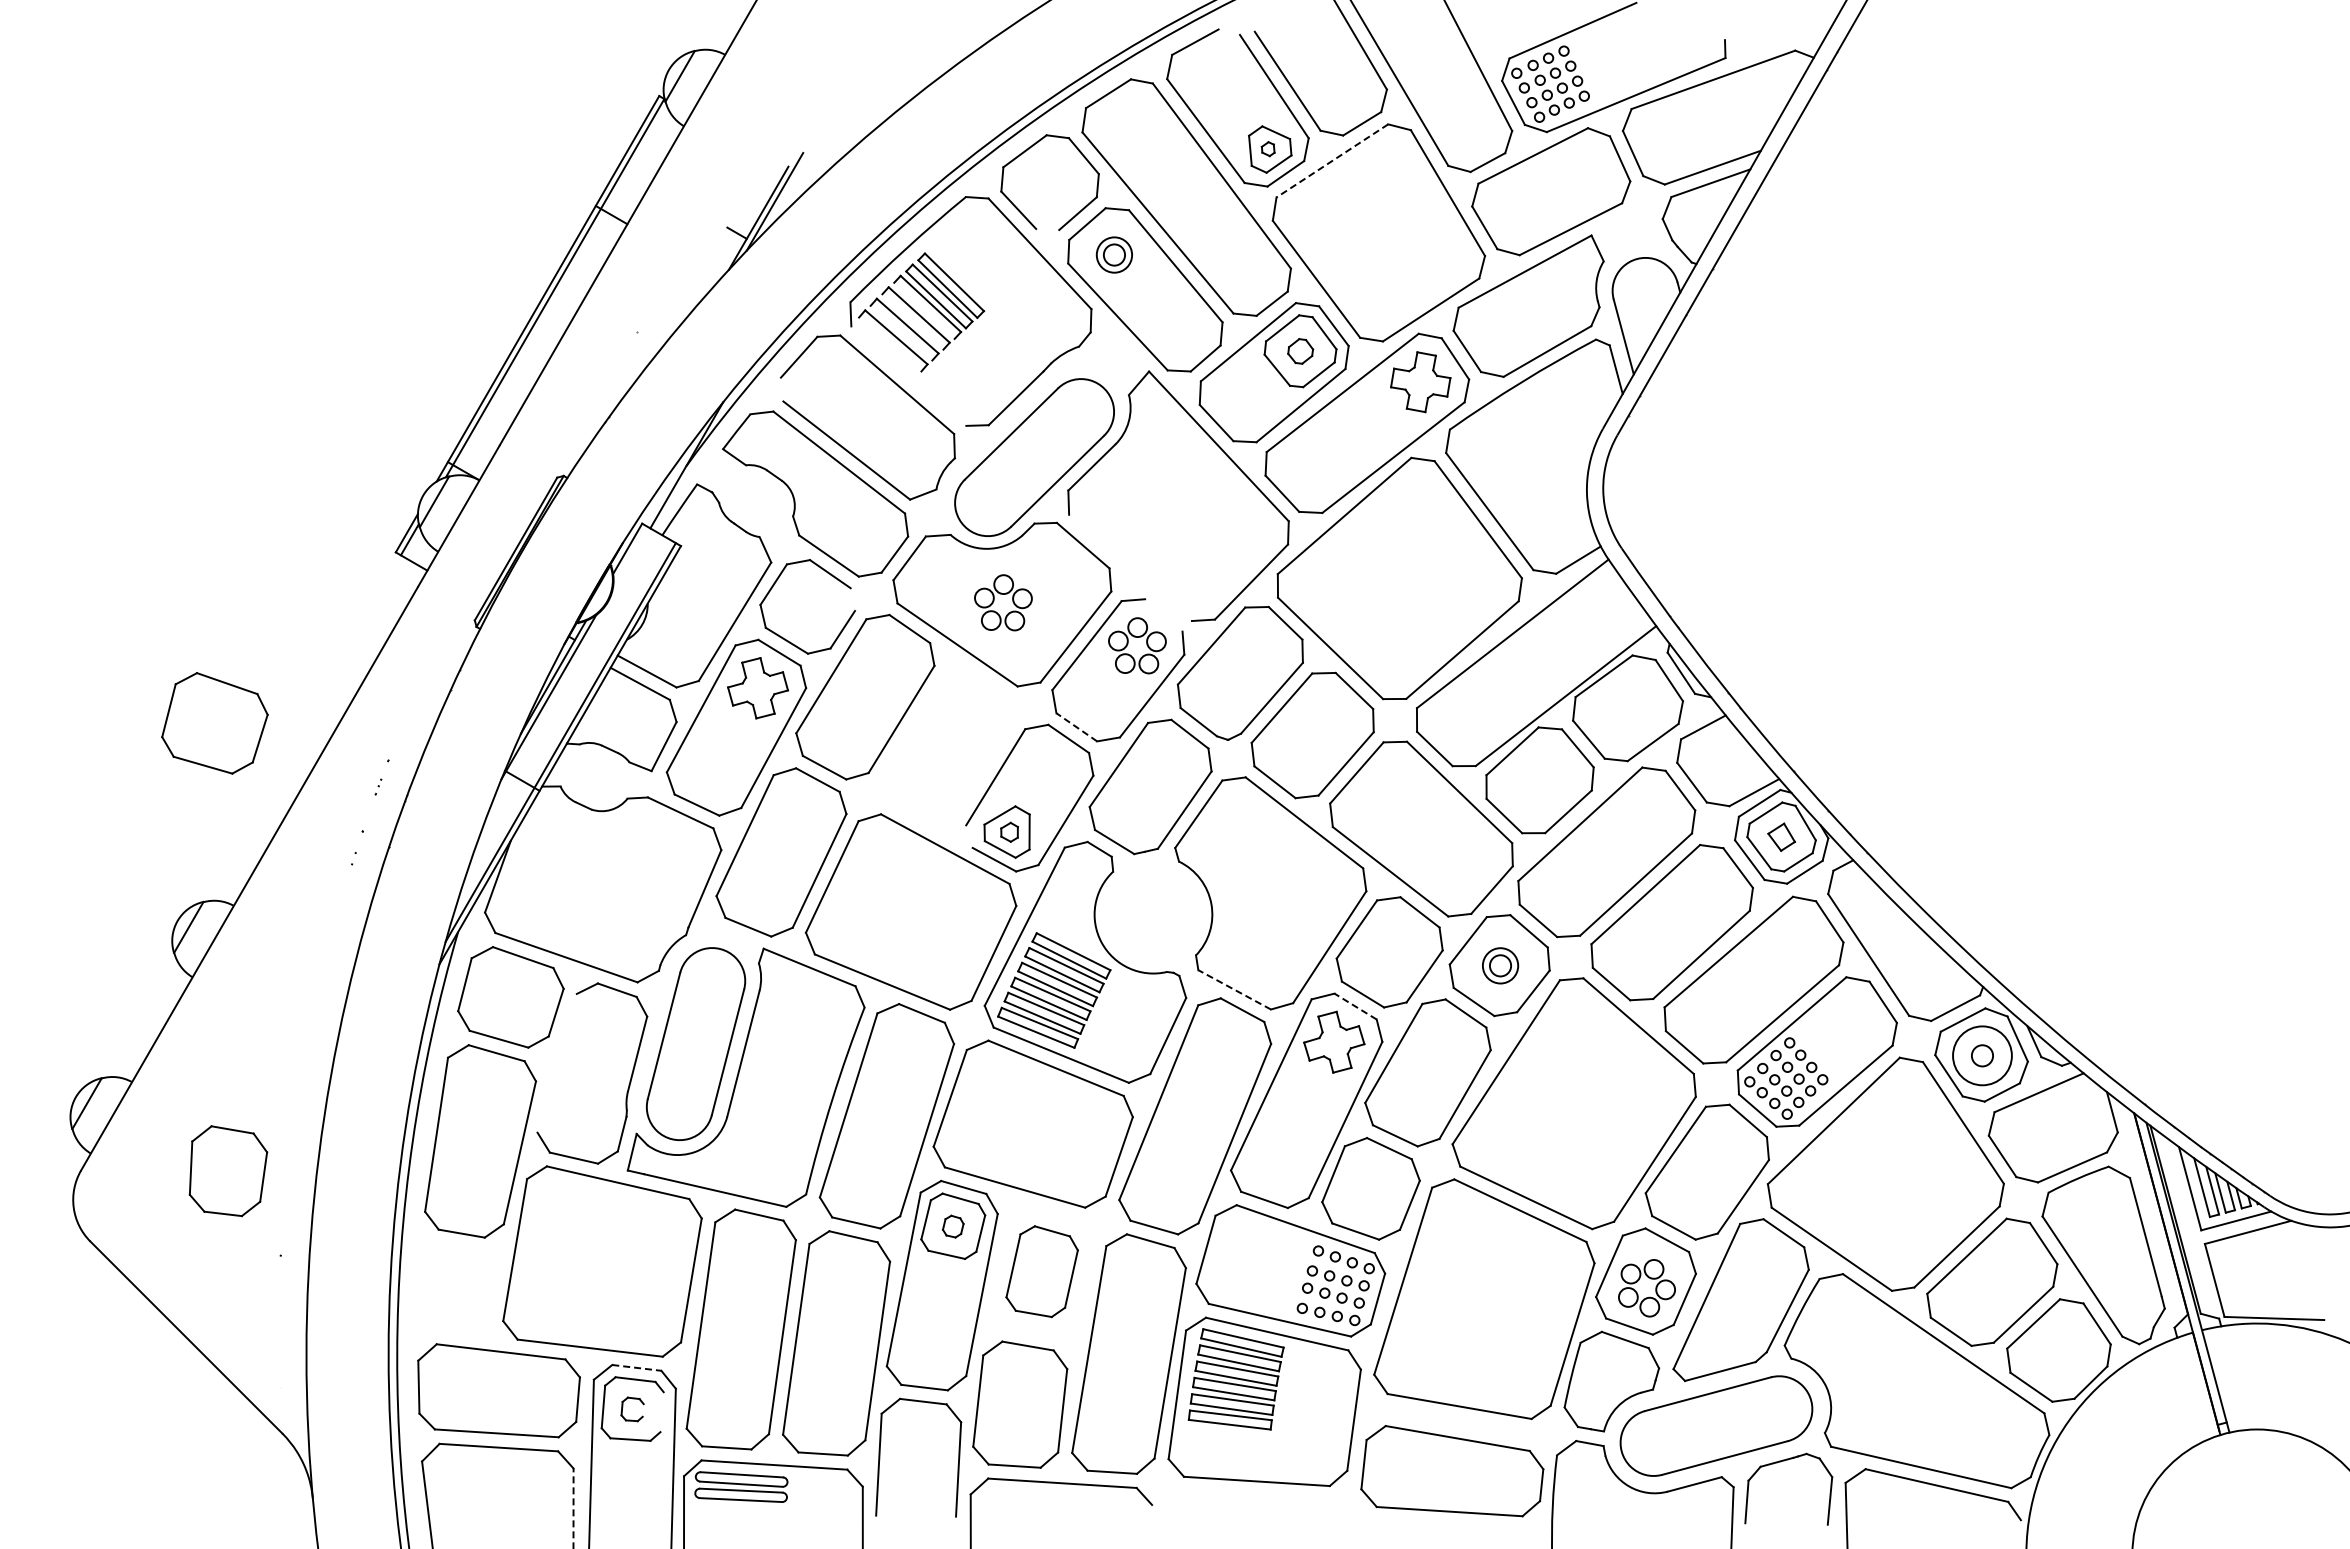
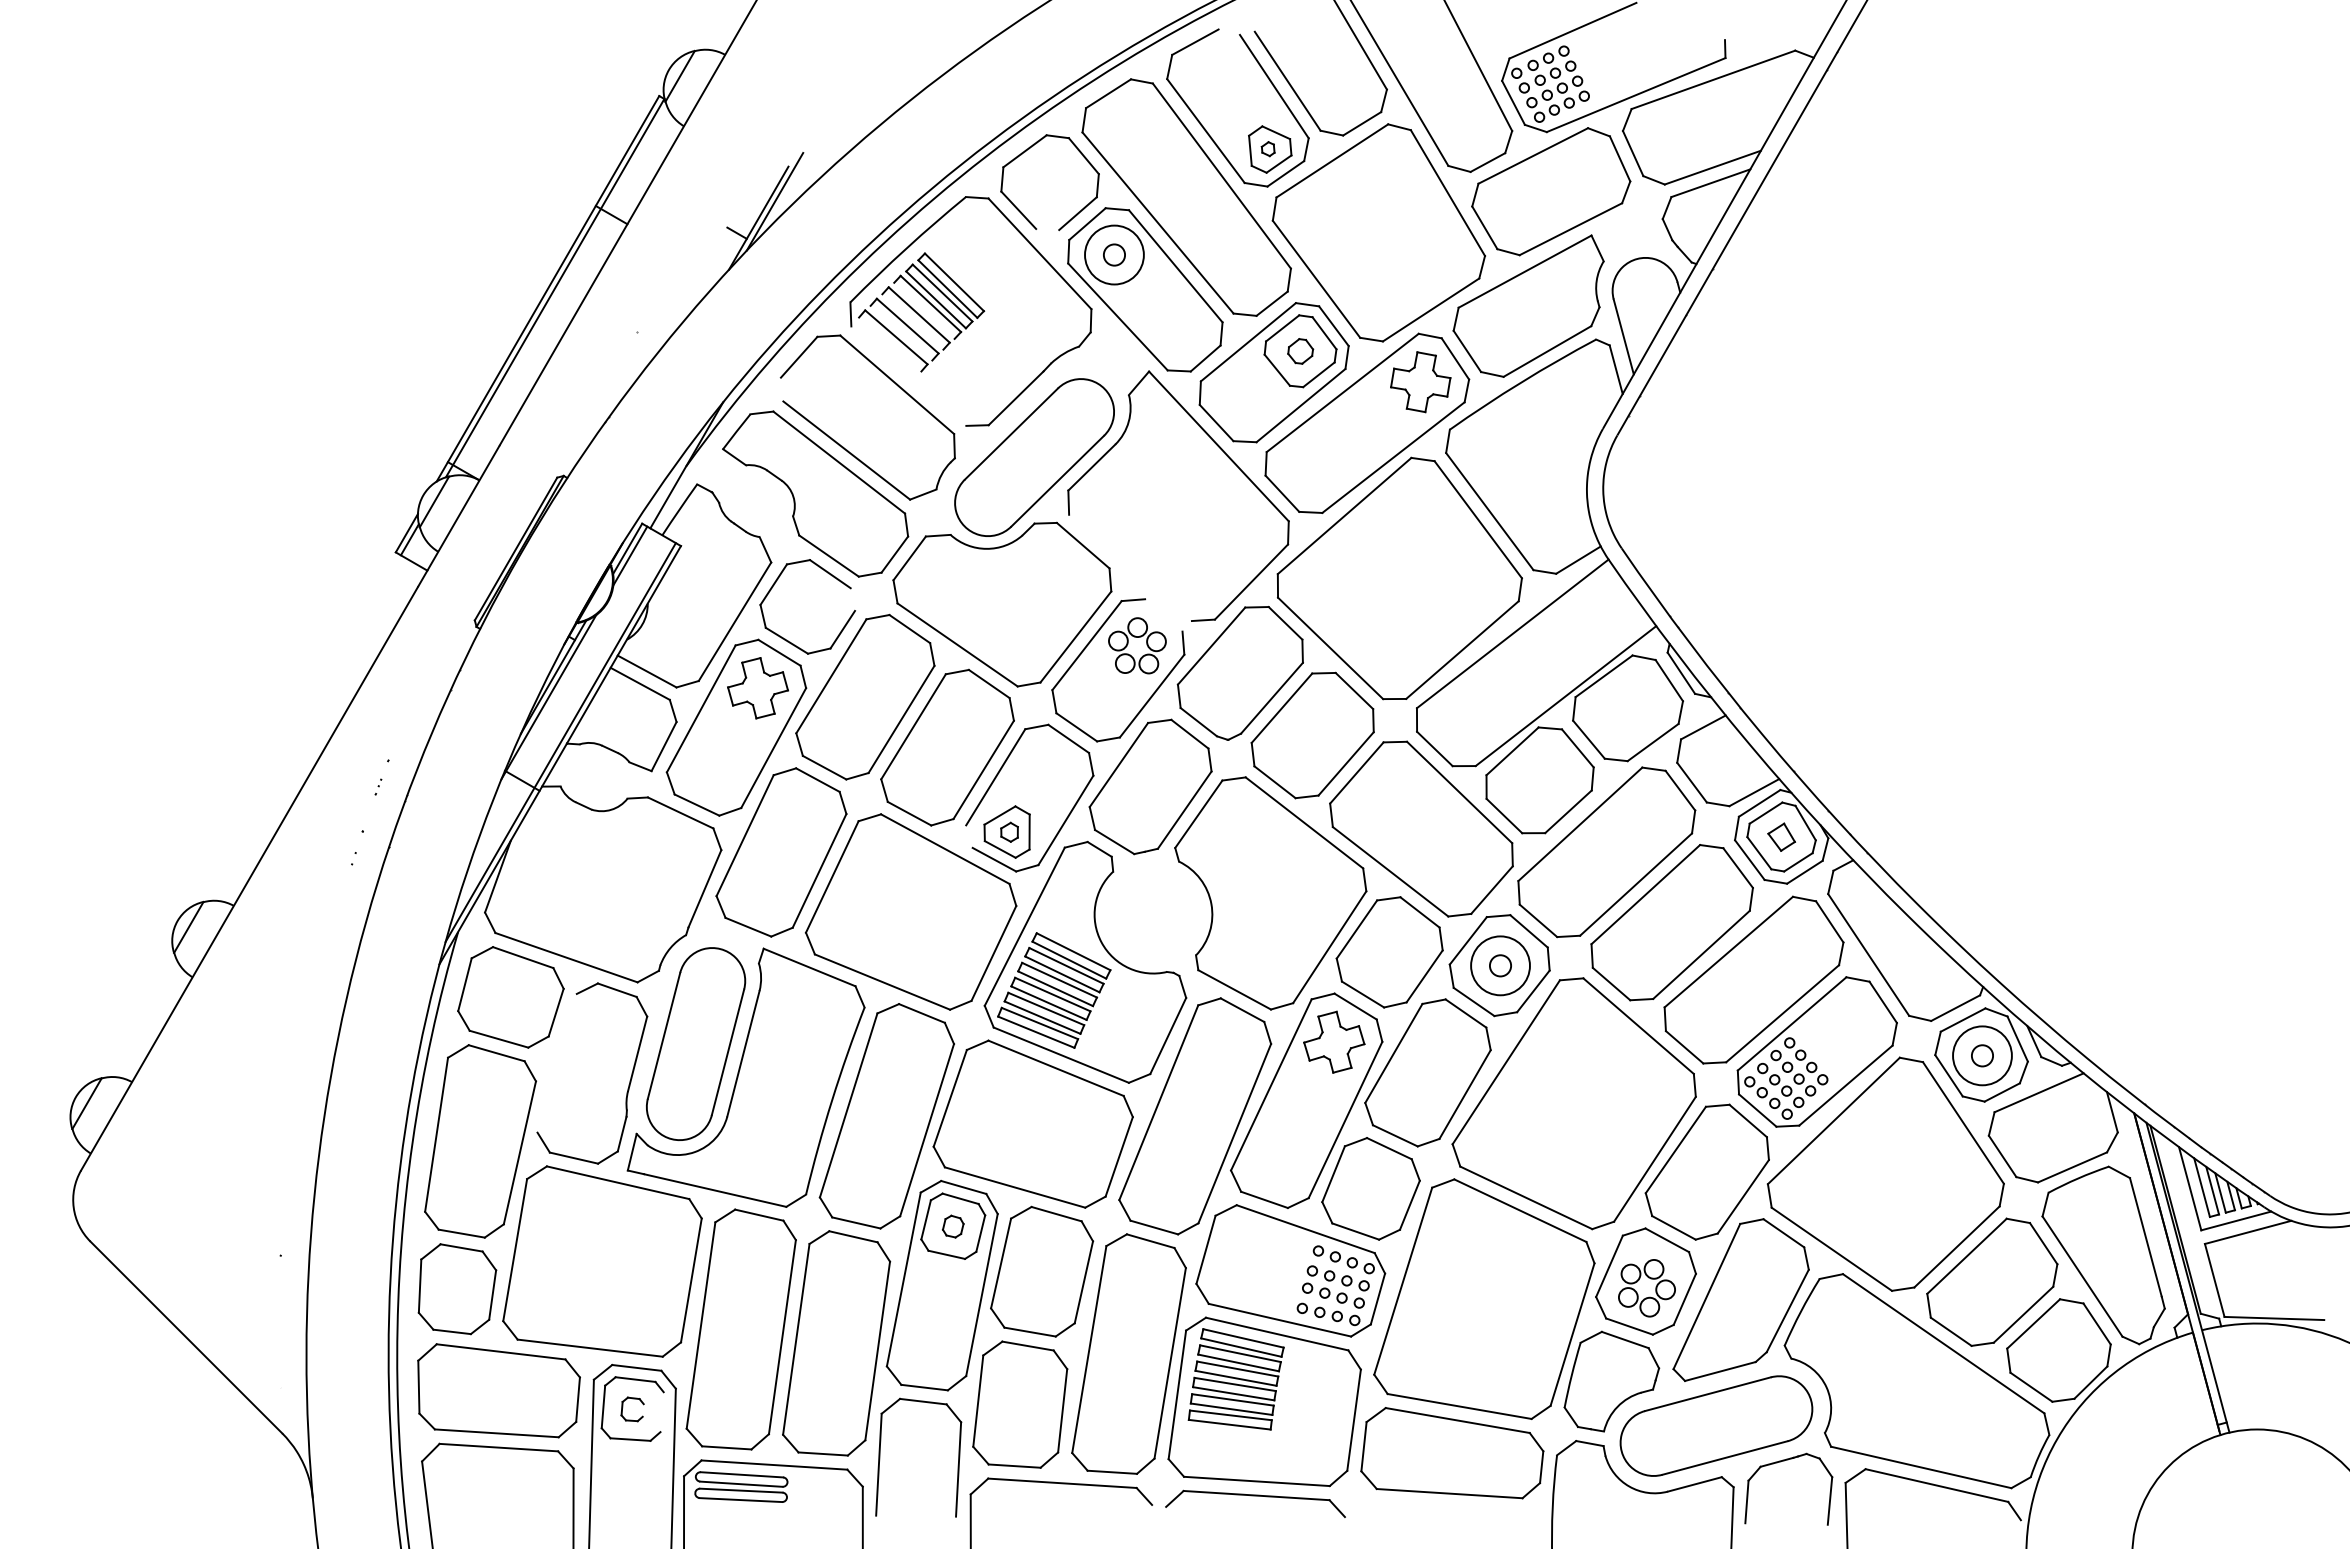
line at (1332, 160): dashed -> solid
circle at (1114, 254) diameter: 35 px -> 59 px
line at (630, 555): none -> present
part at (1003, 594): present -> none
part at (214, 723): present -> none
line at (1076, 727): dashed -> solid
part at (947, 747): none -> present
circle at (1500, 965) diameter: 35 px -> 59 px
line at (1234, 989): dashed -> solid
line at (1355, 1006): dashed -> solid
part at (228, 1171) position: (228, 1171) -> (457, 1289)
part at (1041, 1271) size: 74x94 px -> 105x133 px
line at (636, 1367): dashed -> solid
part at (1452, 1471) position: (1452, 1471) -> (1452, 1453)
part at (1255, 1496): none -> present
line at (573, 1508): dashed -> solid
